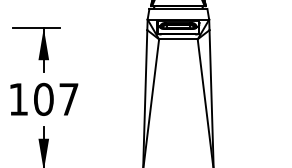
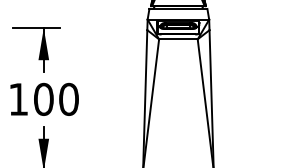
text at (68, 98): 107 -> 100
